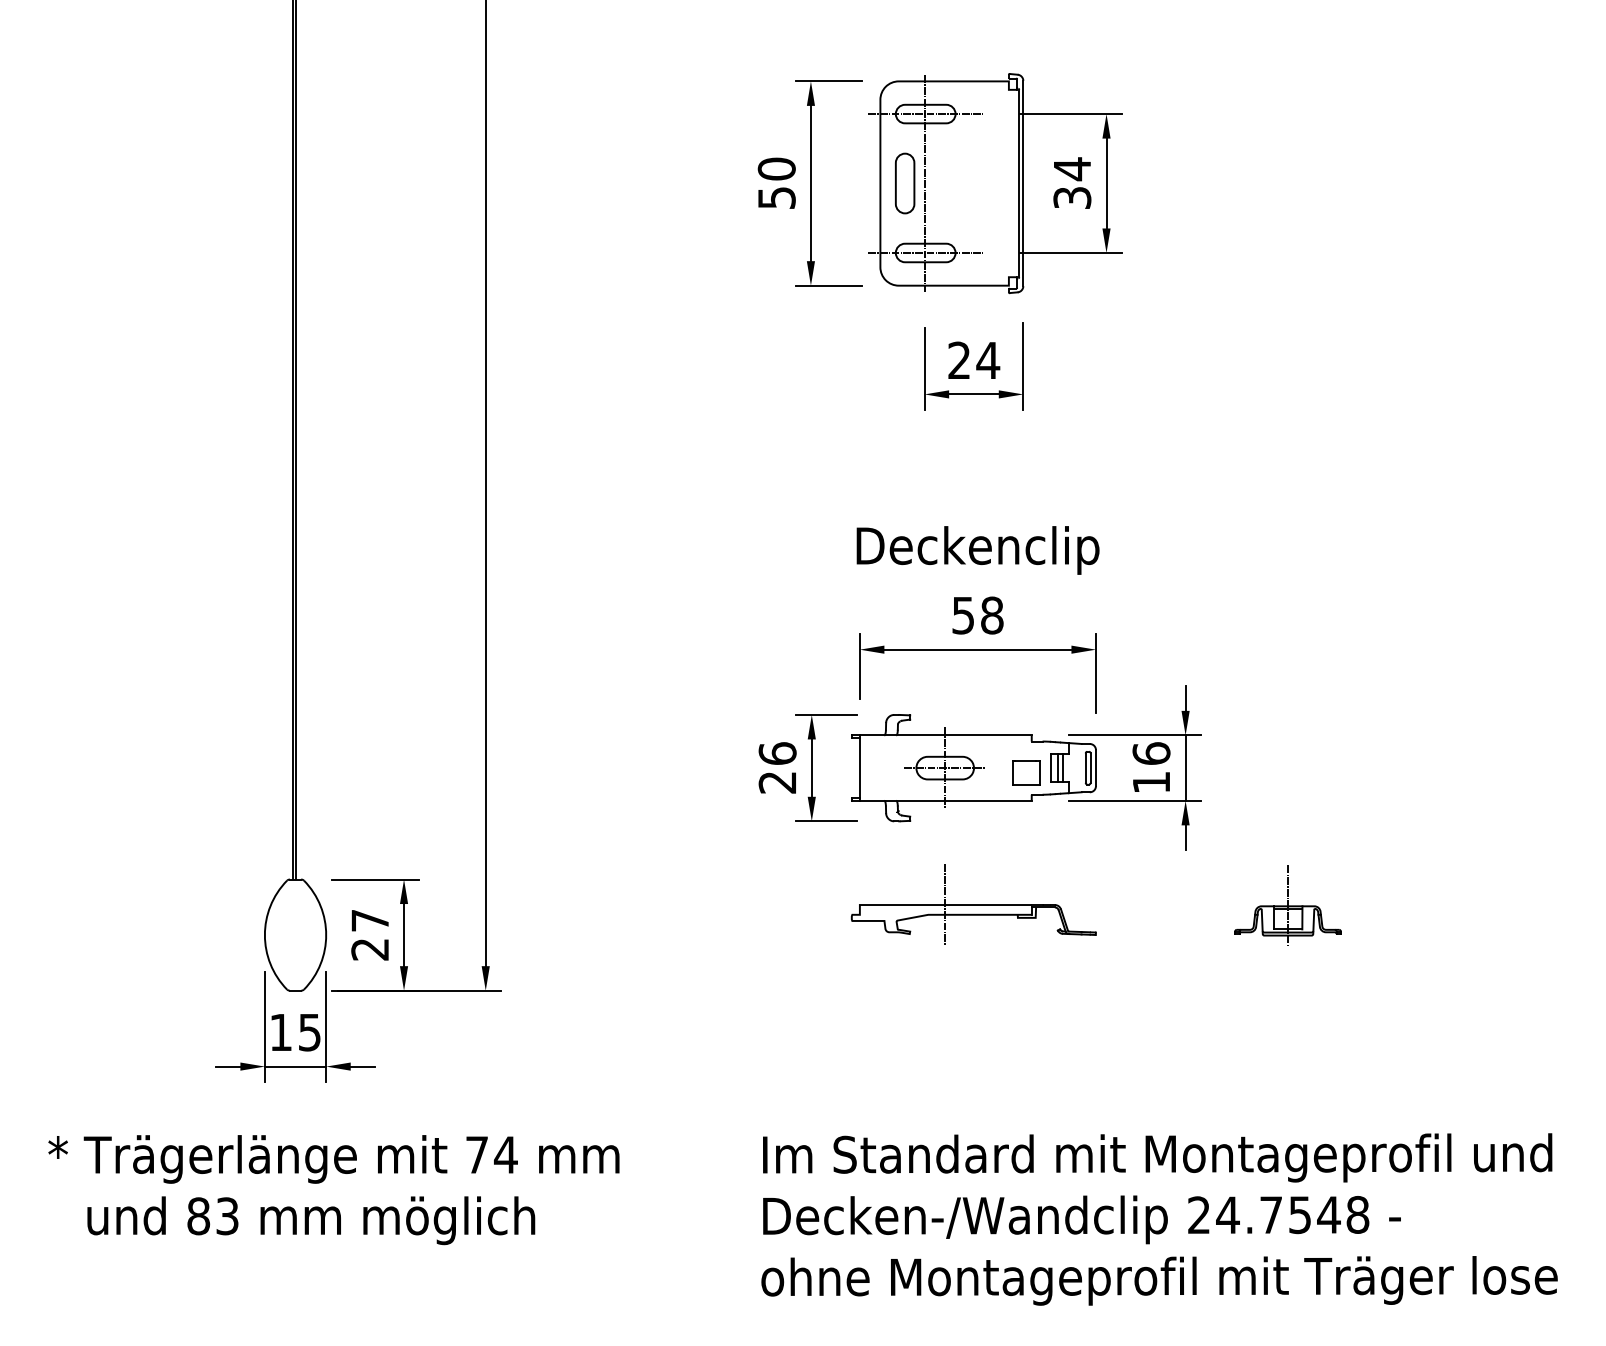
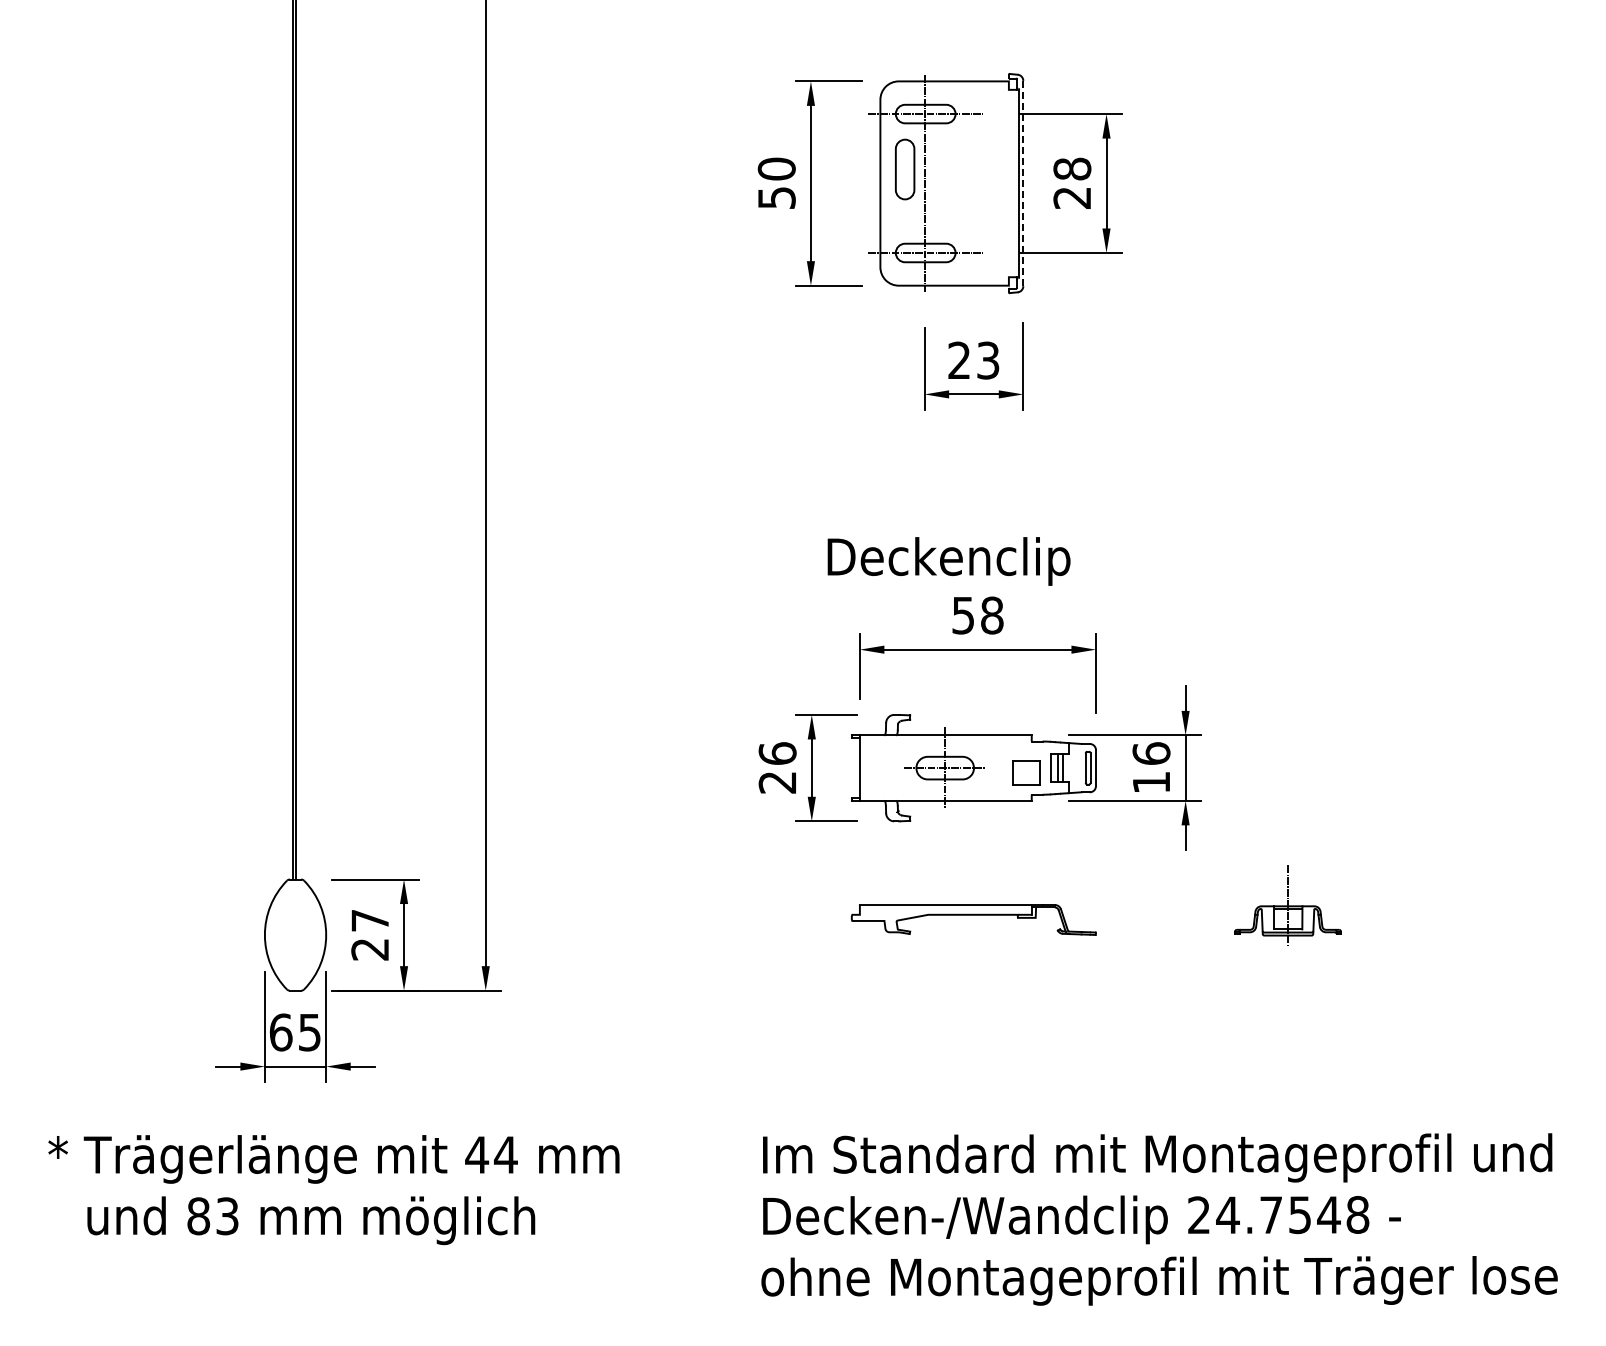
text at (1072, 182): 34 -> 28
part at (905, 183) position: (905, 183) -> (905, 169)
line at (1023, 183): solid -> dashed
text at (988, 360): 24 -> 23
text at (977, 550) position: (977, 550) -> (948, 561)
line at (945, 904): present -> none
text at (280, 1032): 15 -> 65
text at (477, 1154): 74 -> 44
